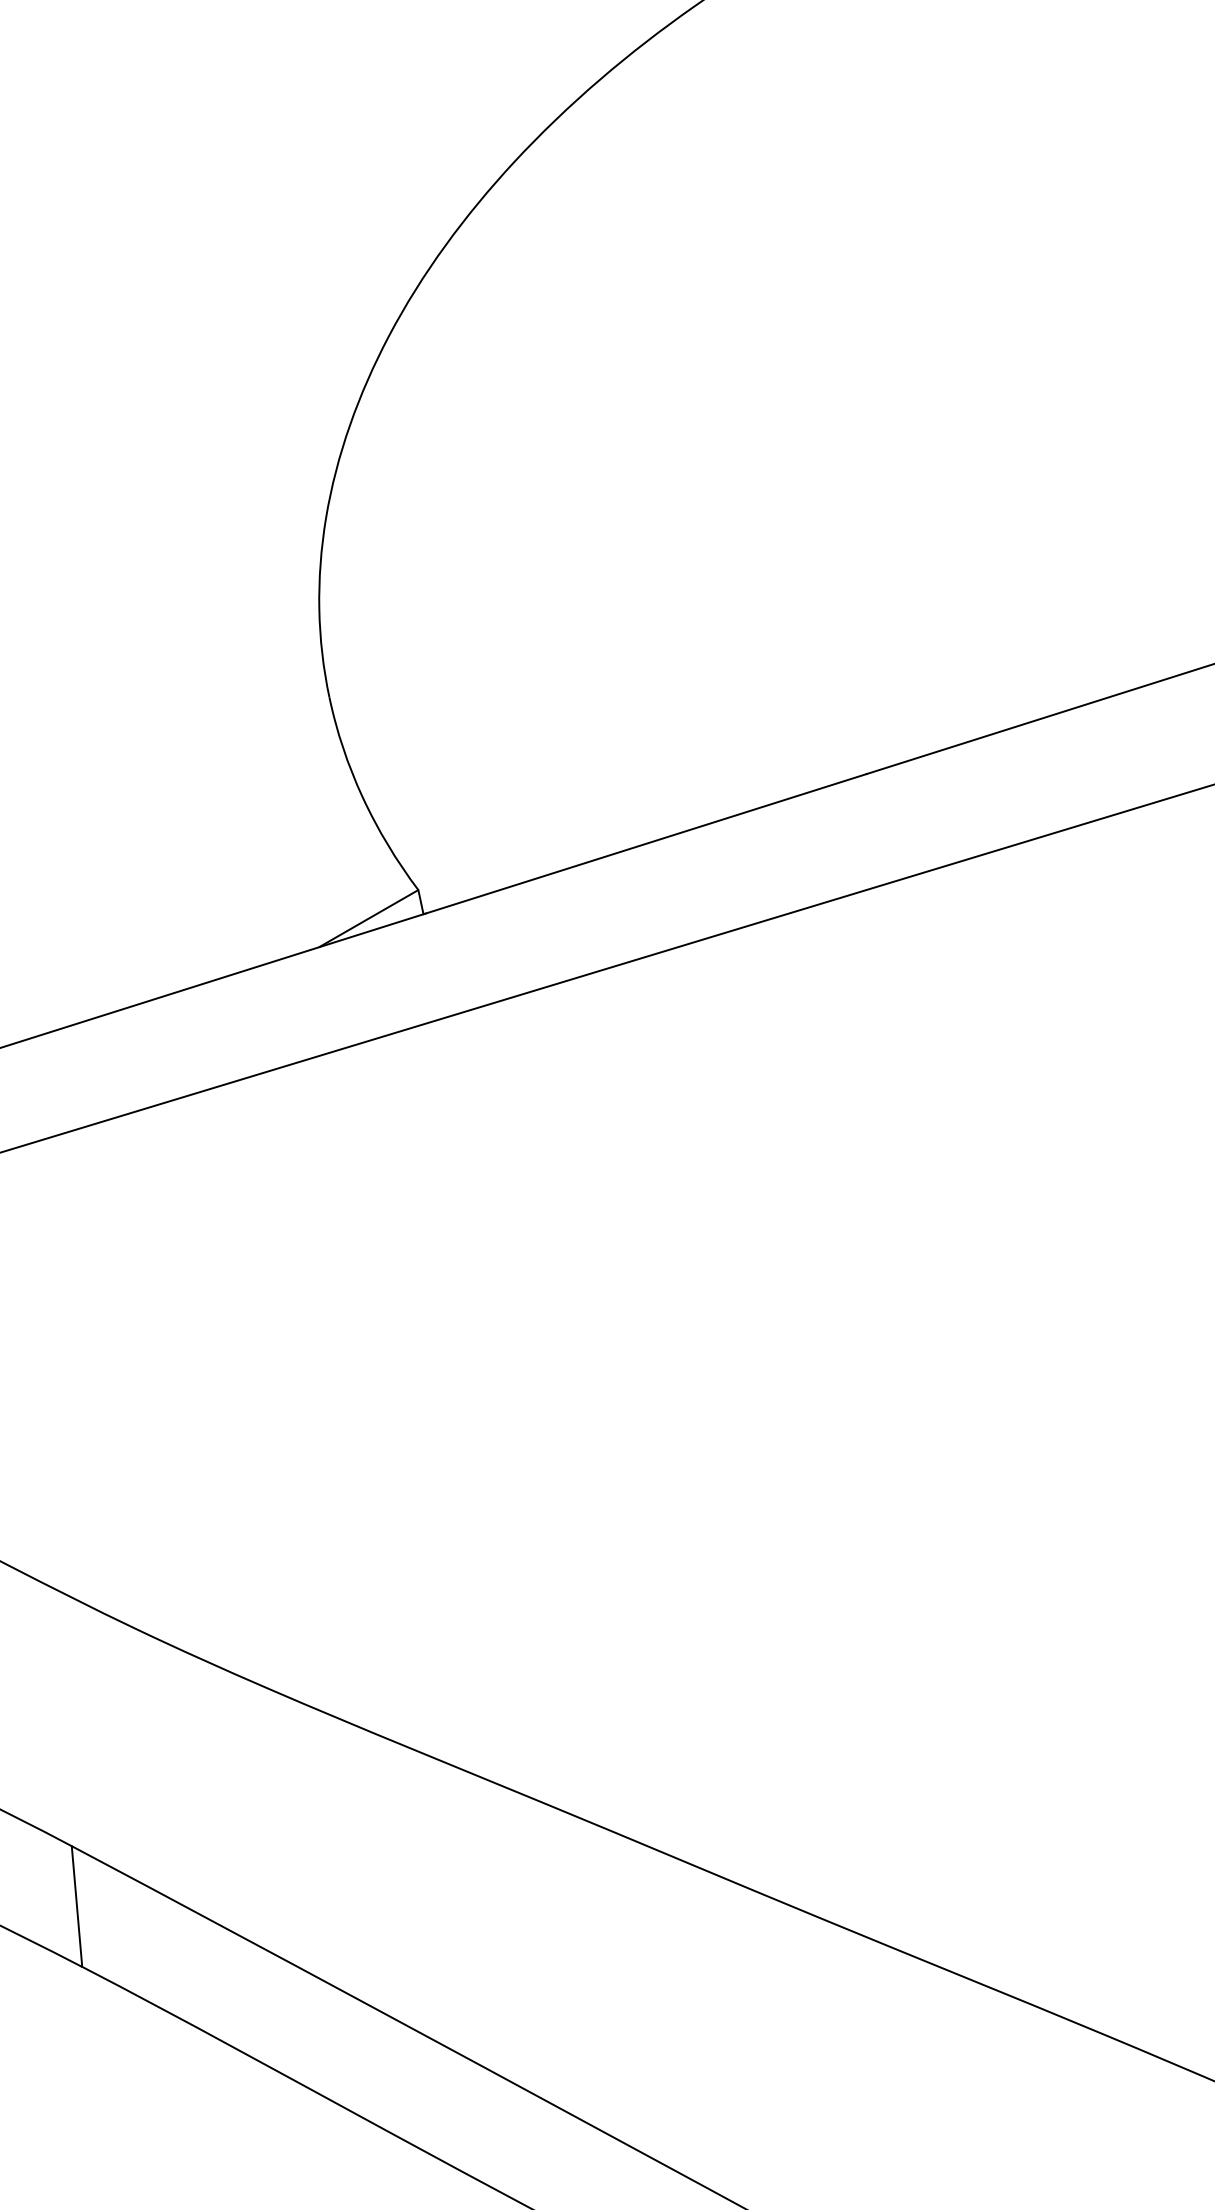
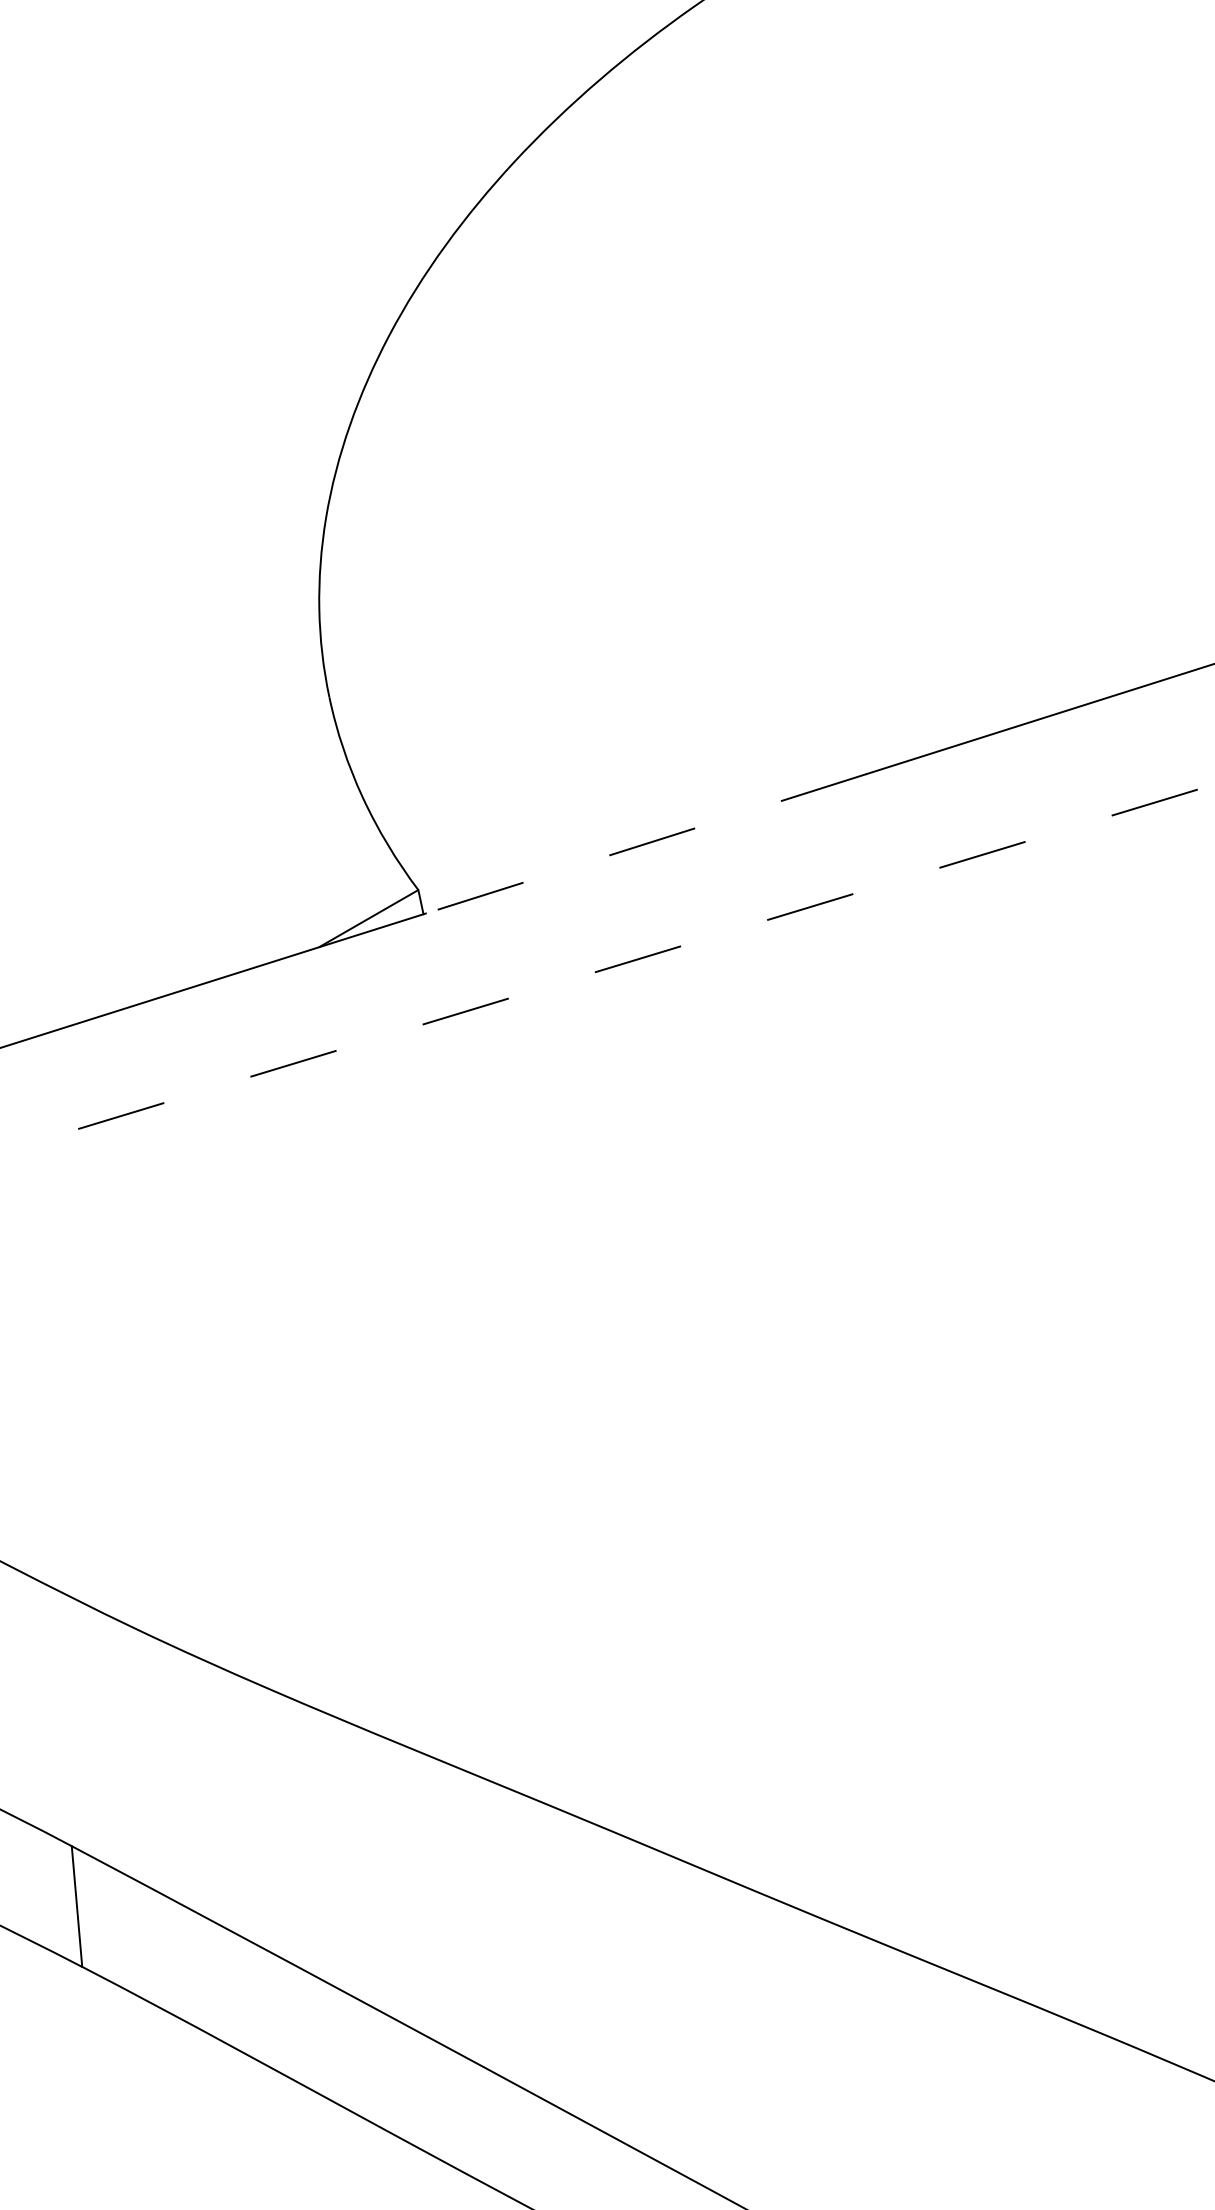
line at (645, 843): solid -> dashed
line at (607, 968): solid -> dashed
